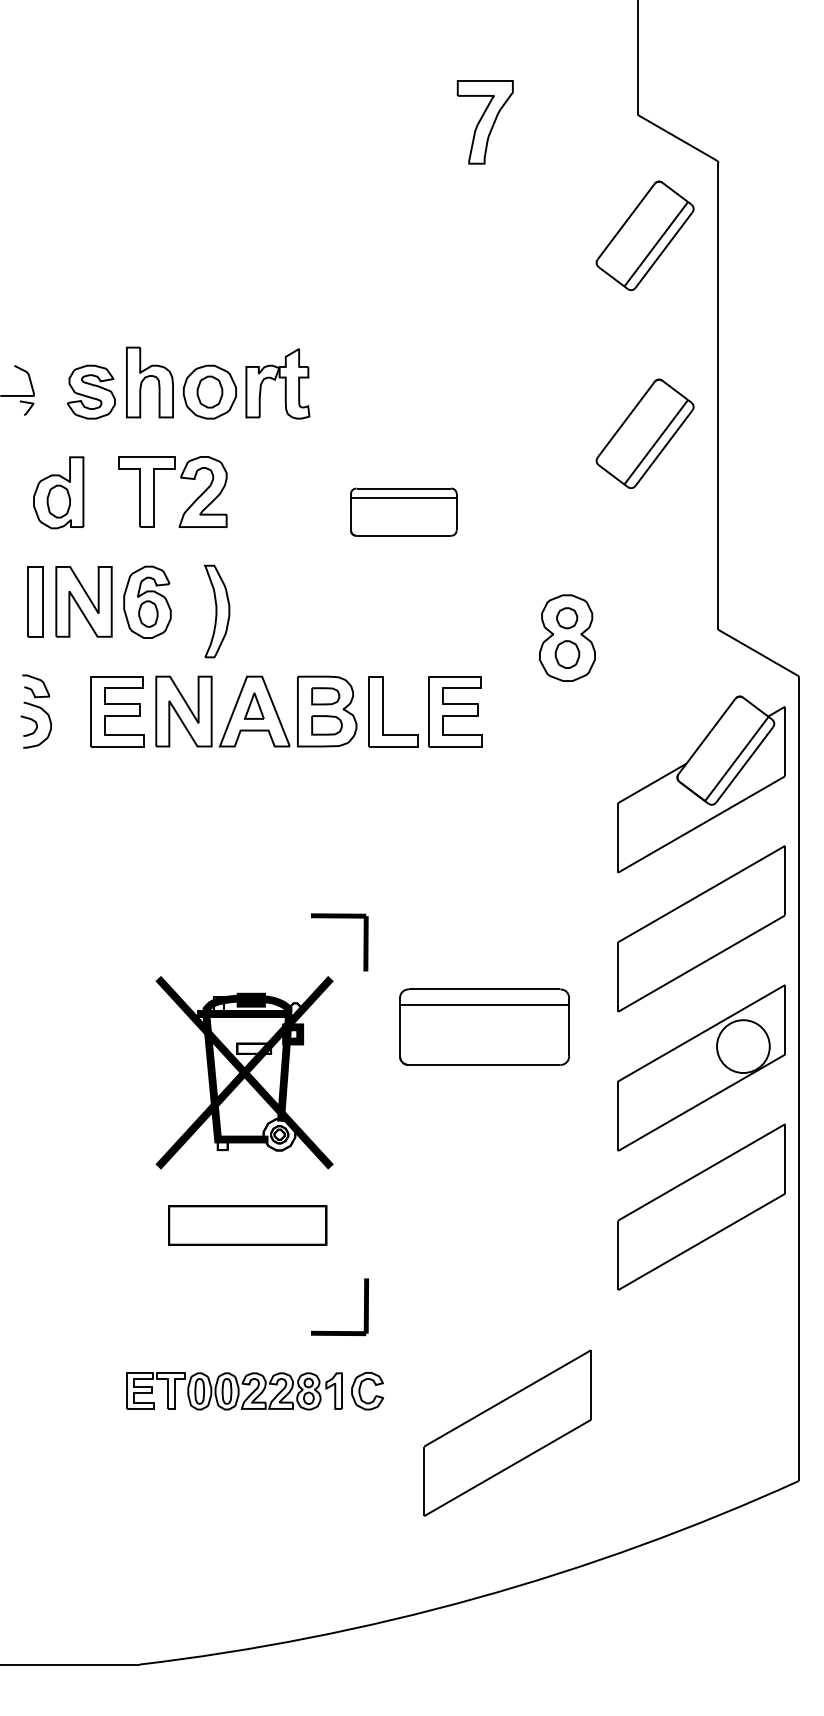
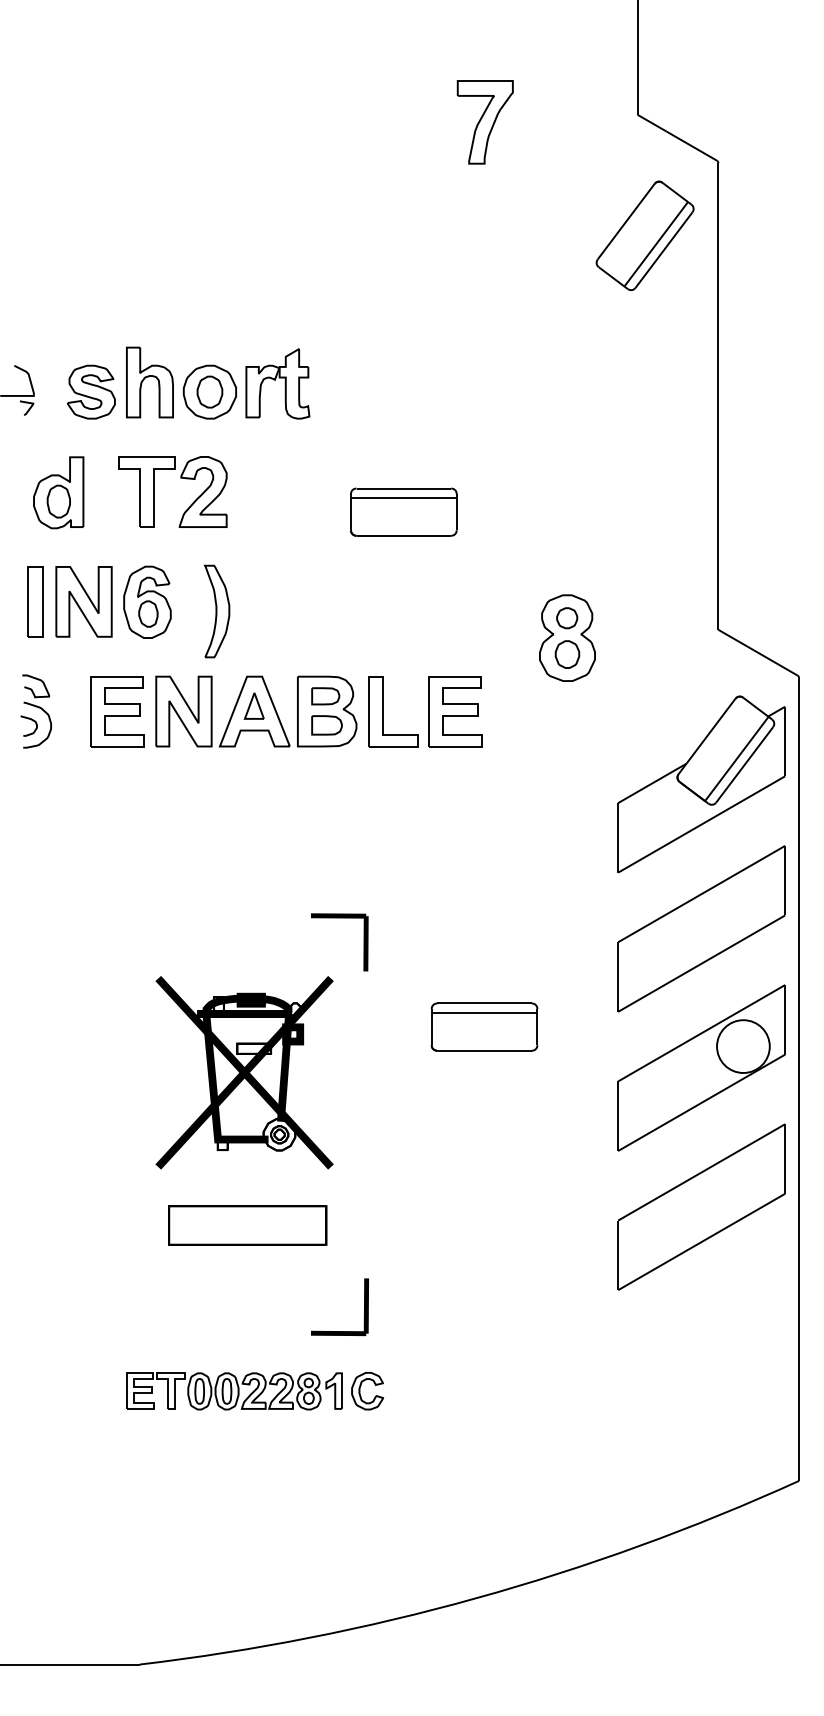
part at (644, 433): present -> none
part at (484, 1026) size: 171x78 px -> 109x50 px
part at (507, 1432): present -> none
